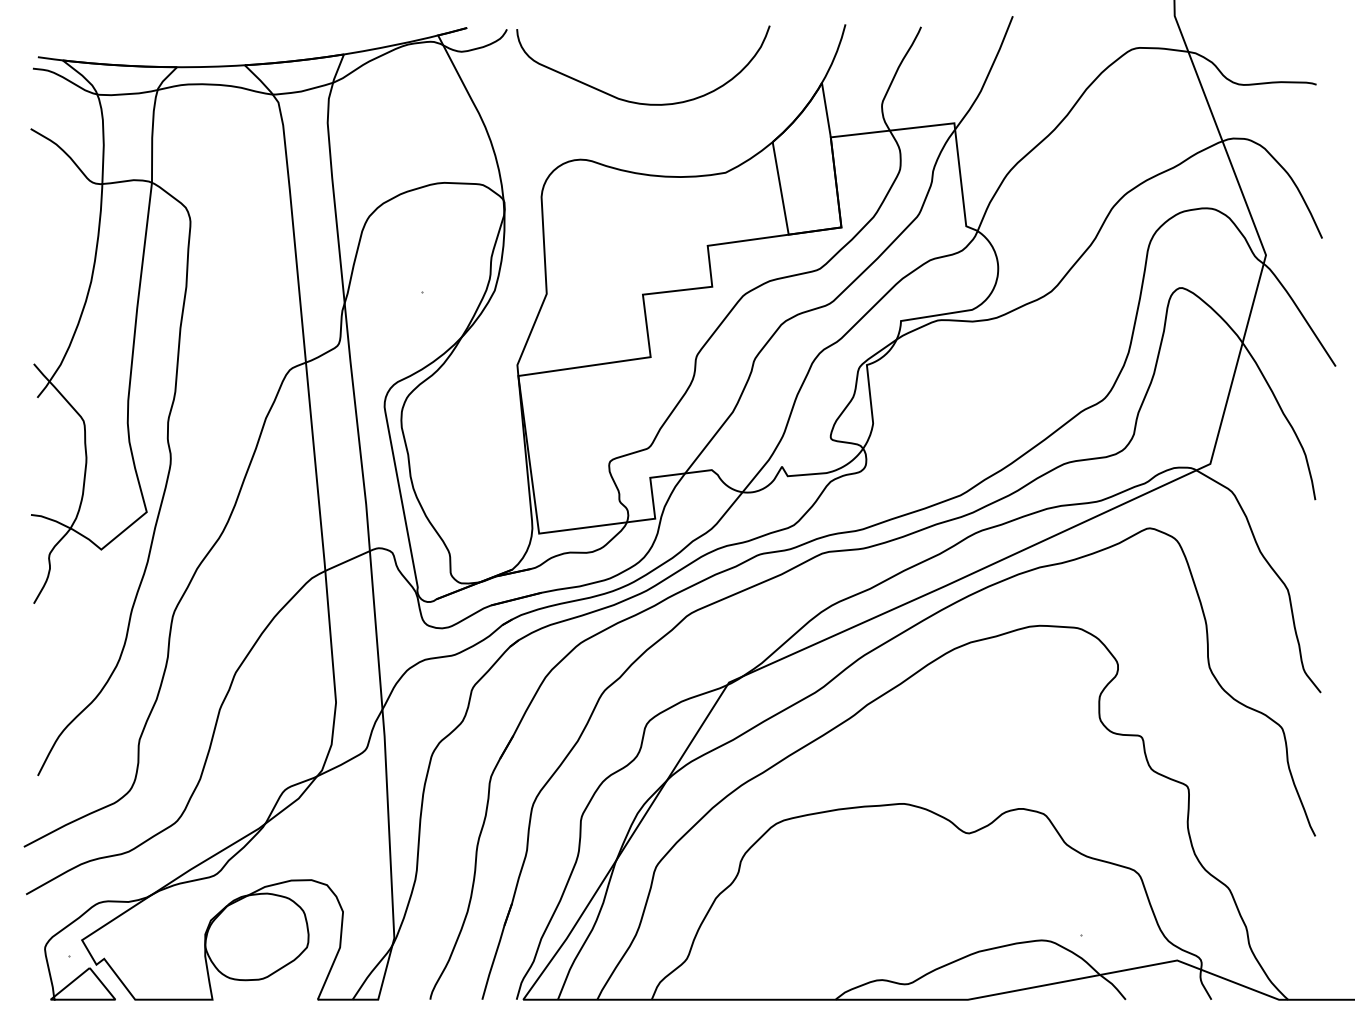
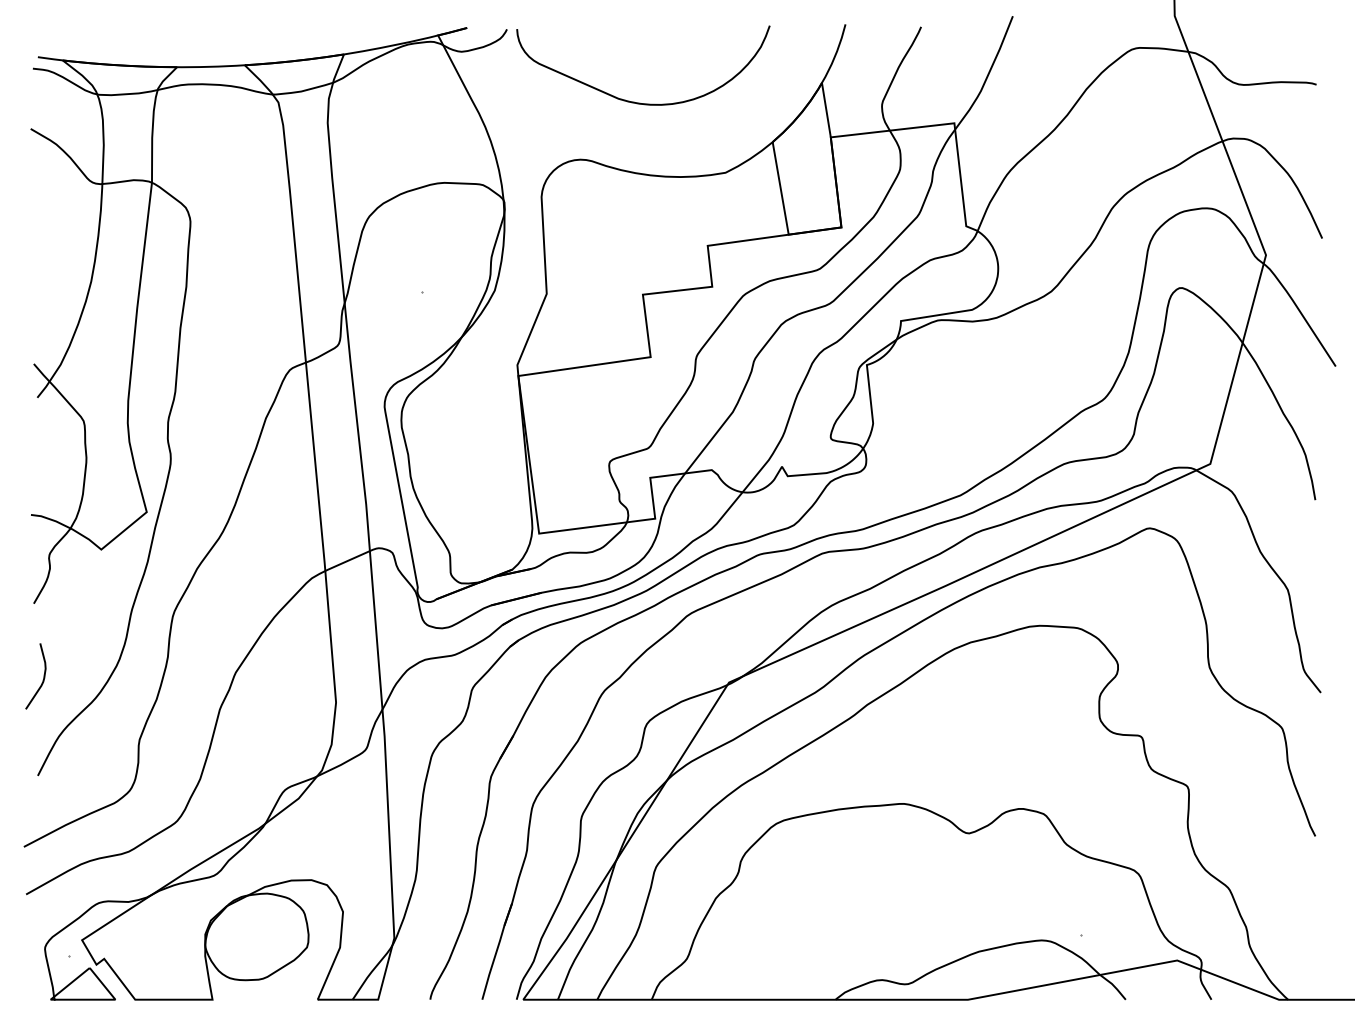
curve at (43, 676): none -> present
